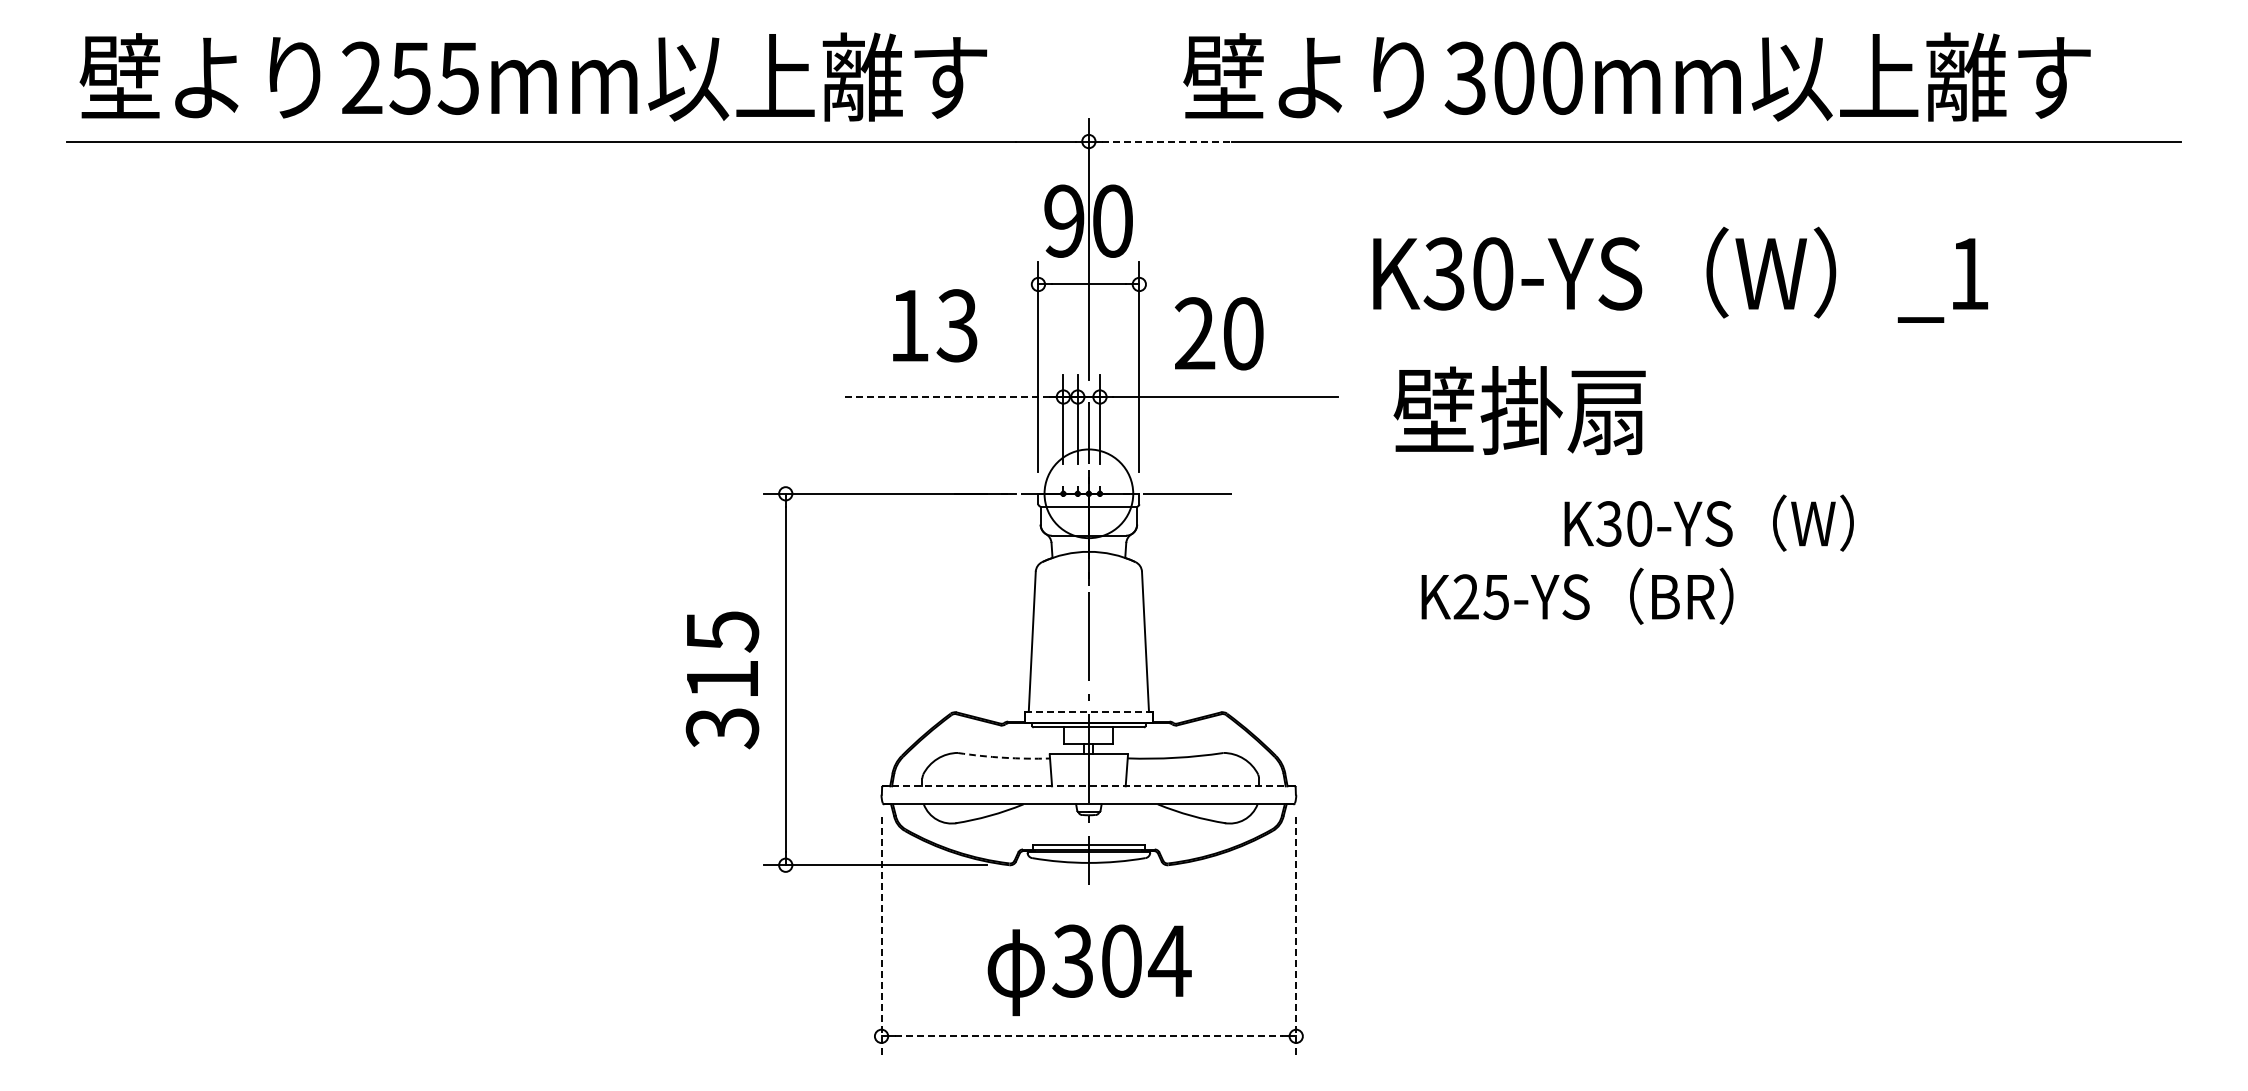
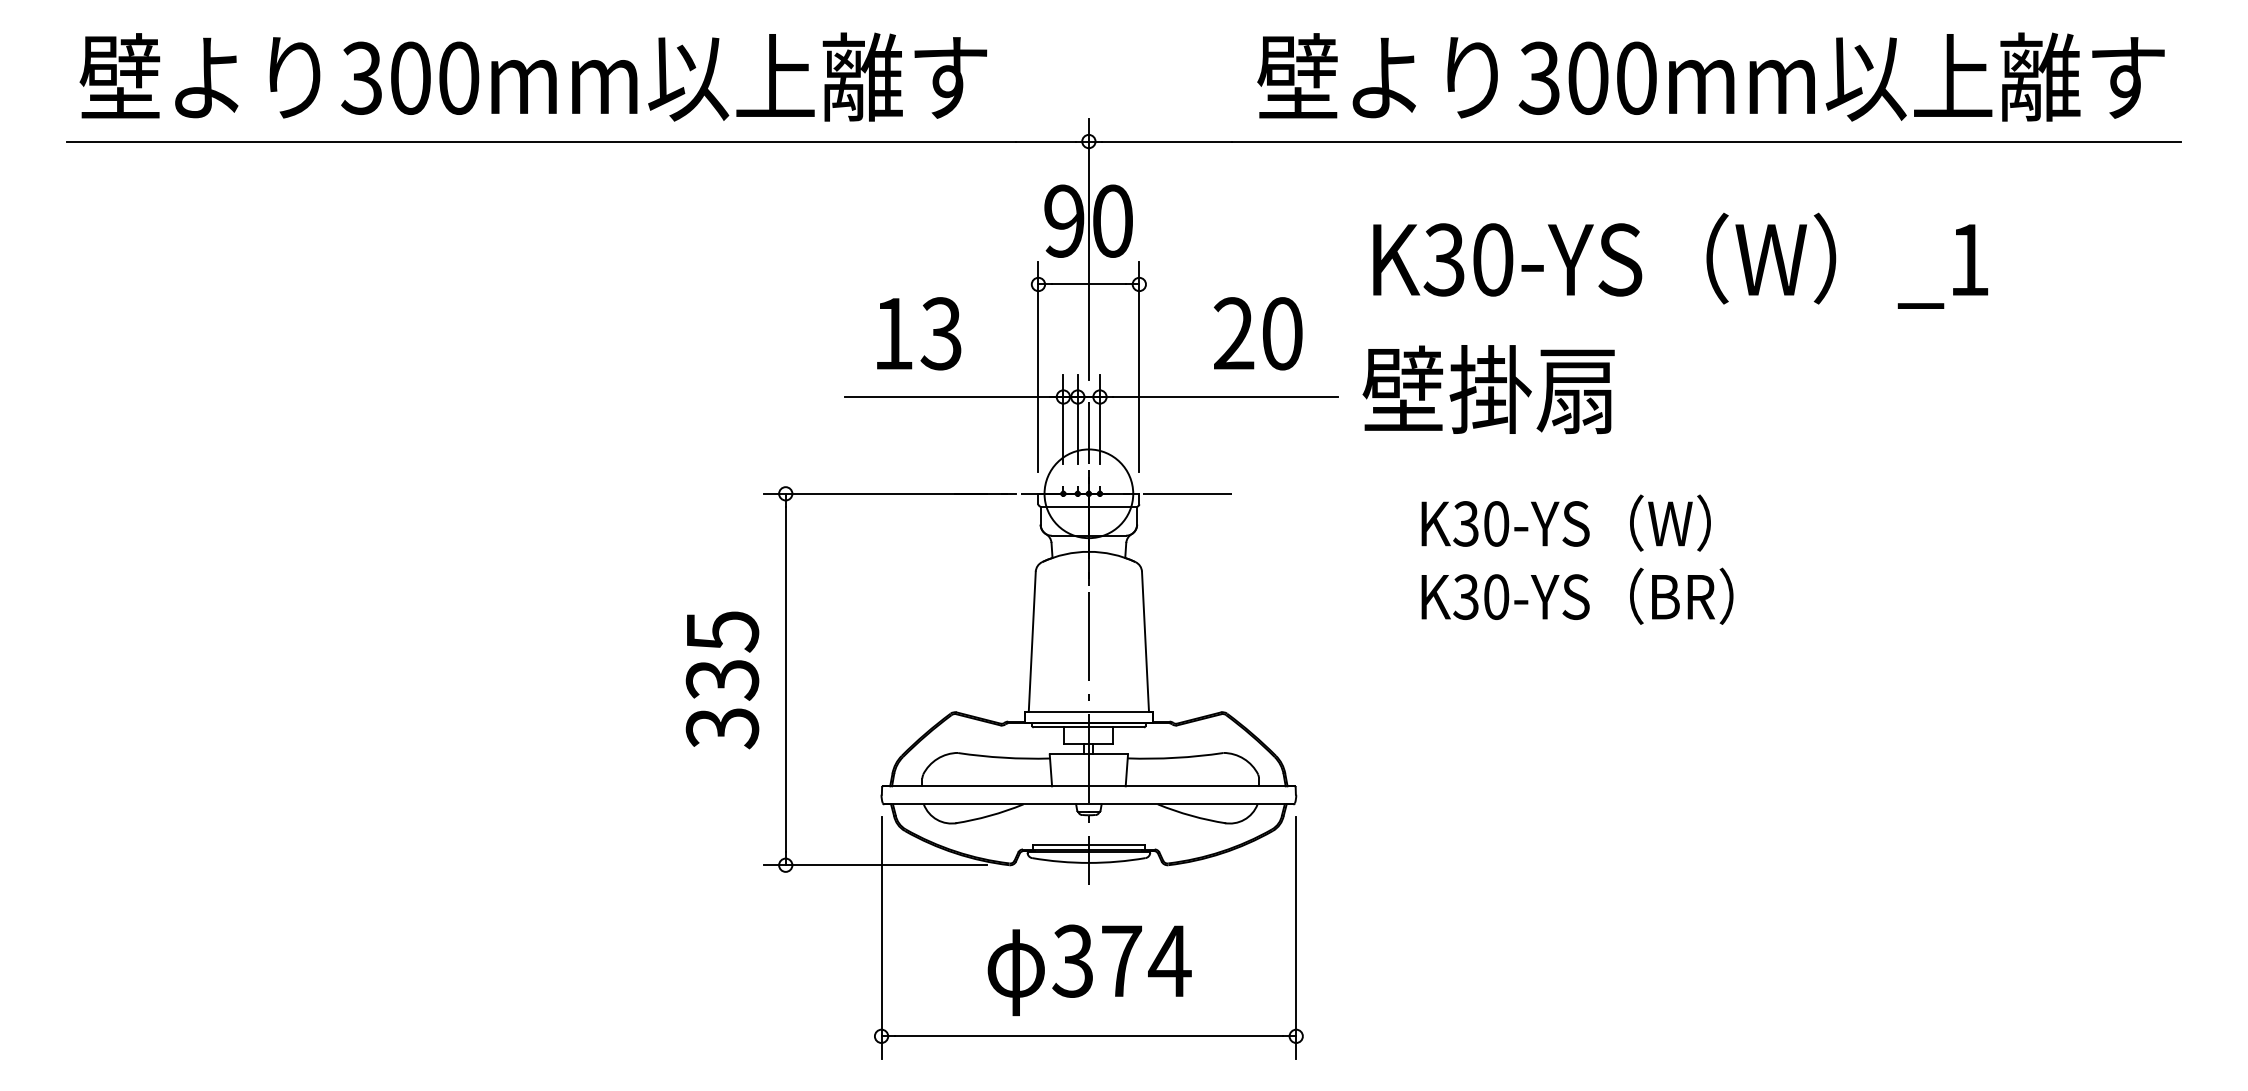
text at (1636, 76) position: (1636, 76) -> (1710, 76)
text at (410, 77): 255mm -> 300mm
line at (1166, 141): dashed -> solid
text at (1680, 274) position: (1680, 274) -> (1680, 260)
text at (935, 325) position: (935, 325) -> (919, 333)
text at (1218, 333) position: (1218, 333) -> (1257, 333)
line at (947, 397): dashed -> solid
text at (1519, 410) position: (1519, 410) -> (1488, 389)
text at (1708, 522) position: (1708, 522) -> (1565, 522)
text at (1481, 597): K25-YS -> K30-YS
text at (722, 680): 315 -> 335
line at (1088, 711): dashed -> solid
arc at (1003, 757): dashed -> solid
line at (1088, 786): dashed -> solid
line at (881, 937): dashed -> solid
line at (1296, 937): dashed -> solid
text at (1121, 960): 304 -> 374
line at (1089, 1036): dashed -> solid
